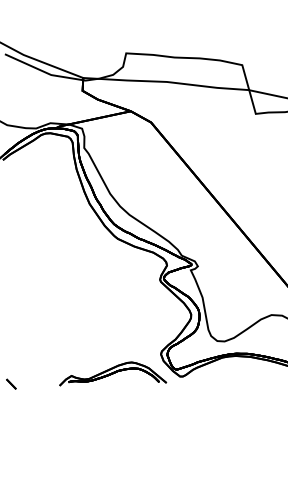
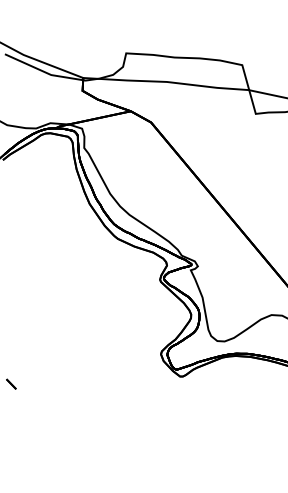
part at (113, 373): present -> none
